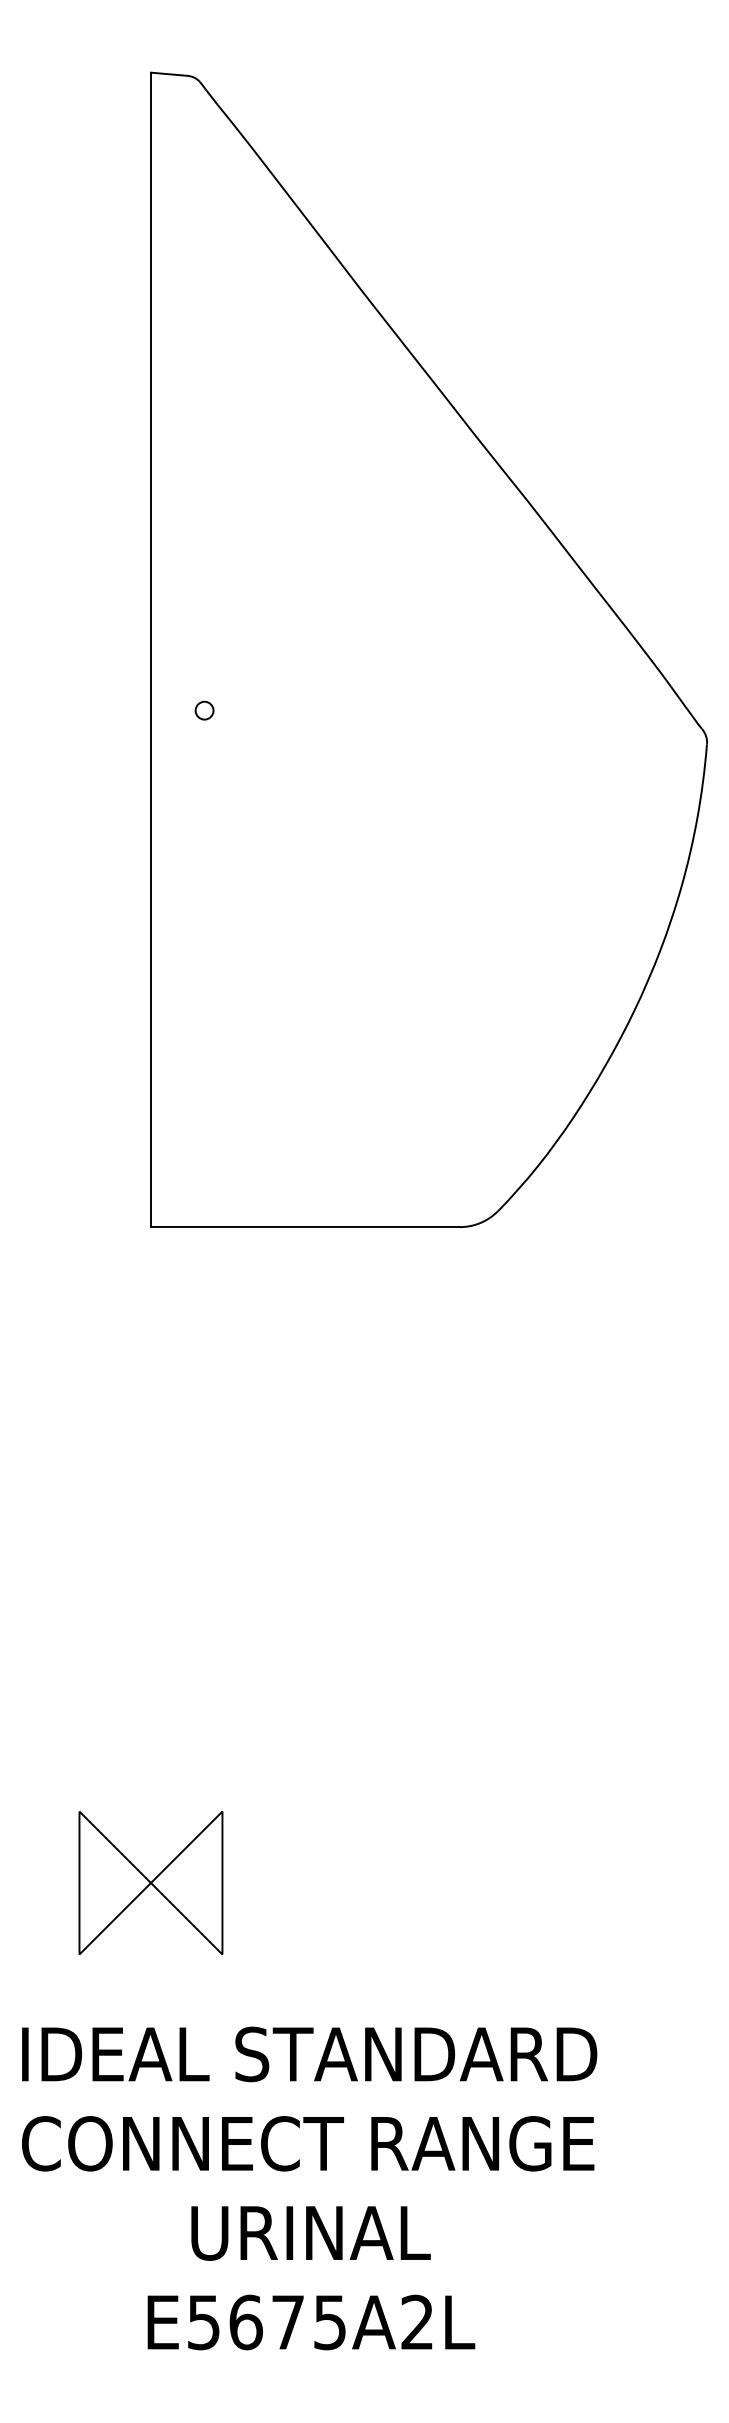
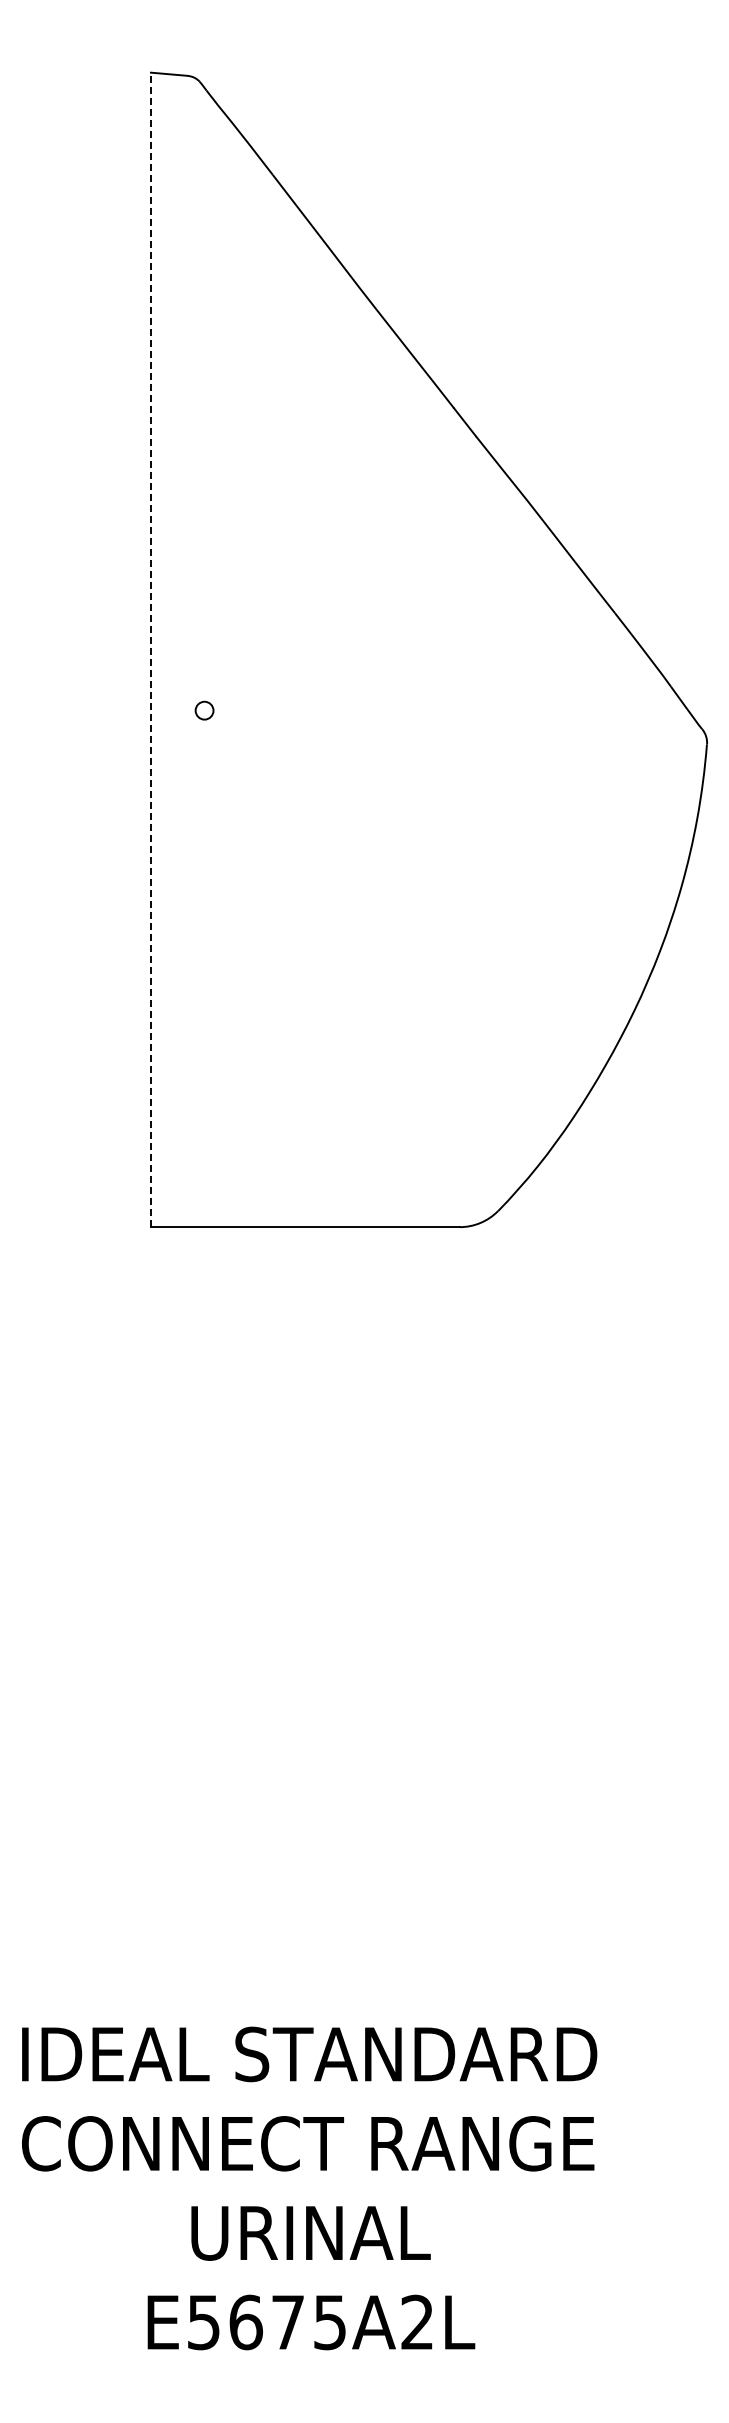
line at (150, 649): solid -> dashed
part at (150, 1882): present -> none
